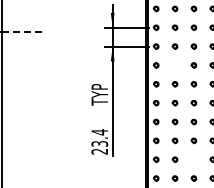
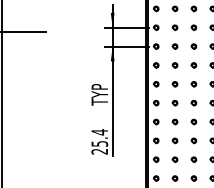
line at (24, 31): dashed -> solid
part at (174, 65): none -> present
text at (99, 143): 23.4 -> 25.4
part at (193, 159): none -> present
